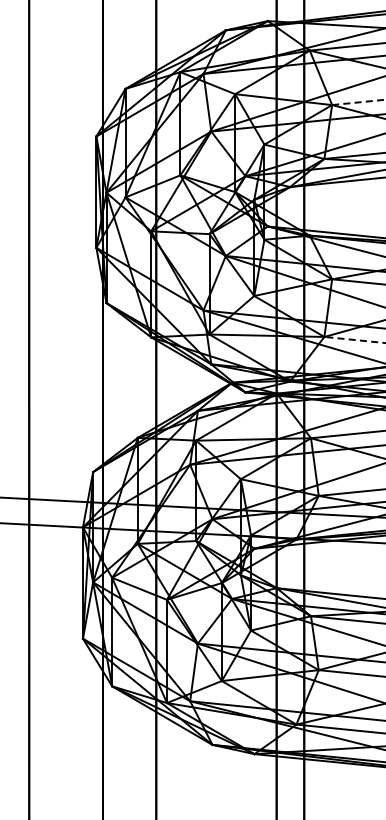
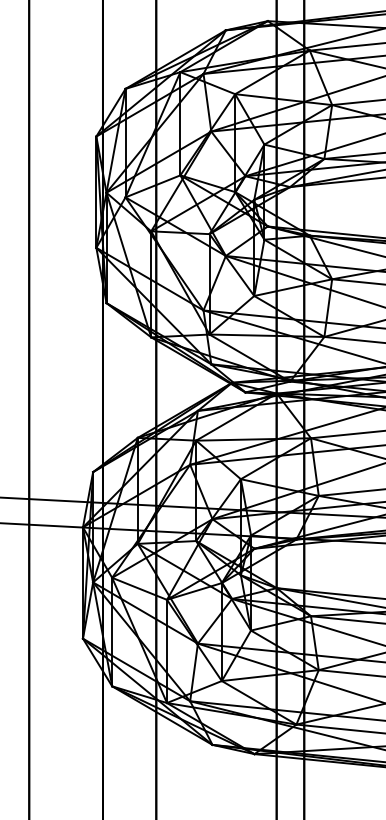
line at (358, 102): dashed -> solid
line at (355, 340): dashed -> solid
